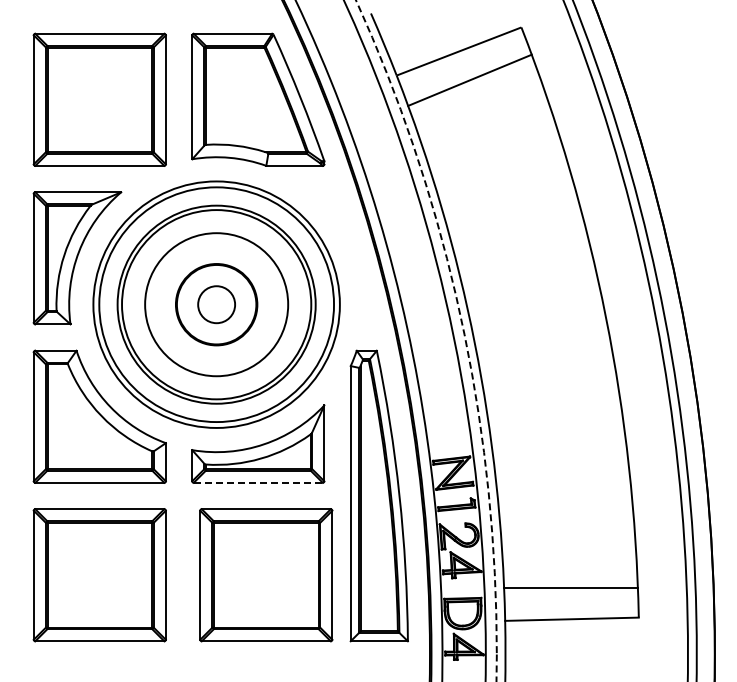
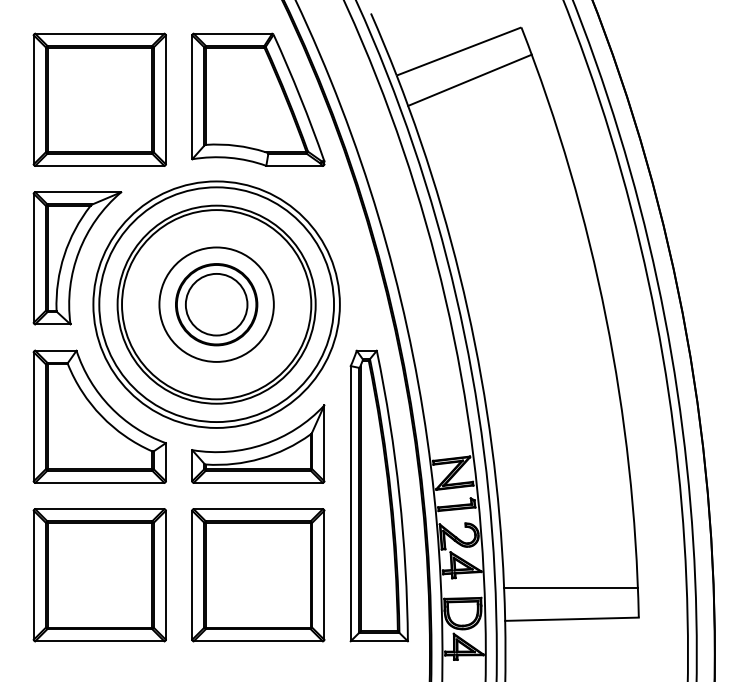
circle at (216, 304) diameter: 143 px -> 114 px
circle at (216, 304) diameter: 37 px -> 62 px
circle at (425, 340): dashed -> solid
line at (258, 482): dashed -> solid
part at (266, 575) position: (266, 575) -> (258, 575)
